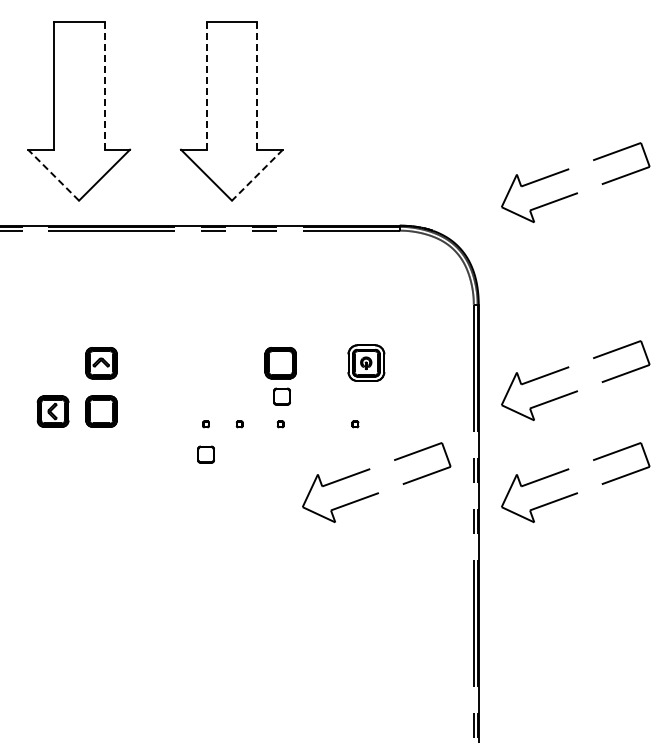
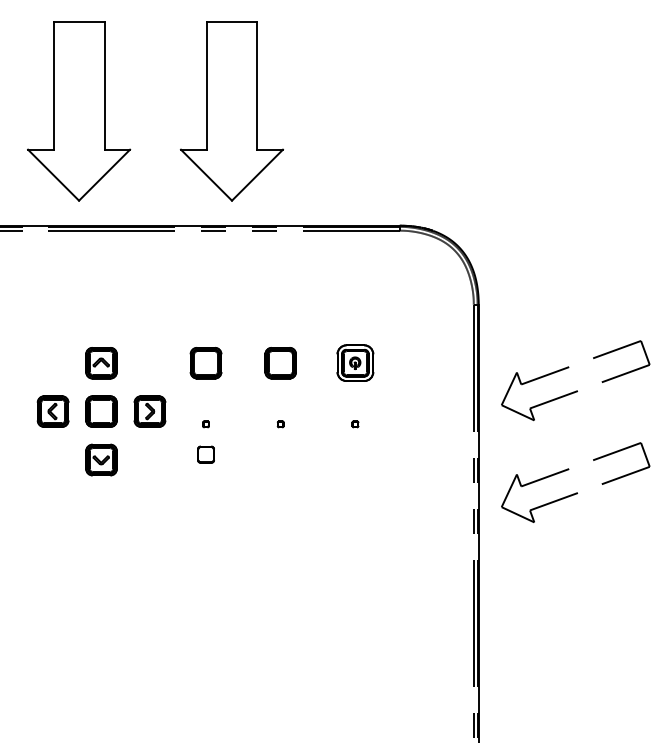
line at (104, 86): dashed -> solid
line at (206, 86): dashed -> solid
line at (257, 86): dashed -> solid
line at (53, 174): dashed -> solid
line at (257, 175): dashed -> solid
part at (576, 192): present -> none
part at (366, 362) position: (366, 362) -> (355, 362)
part at (205, 363): none -> present
part at (281, 396): present -> none
part at (149, 411): none -> present
part at (239, 424): present -> none
part at (101, 459): none -> present
part at (376, 492): present -> none
